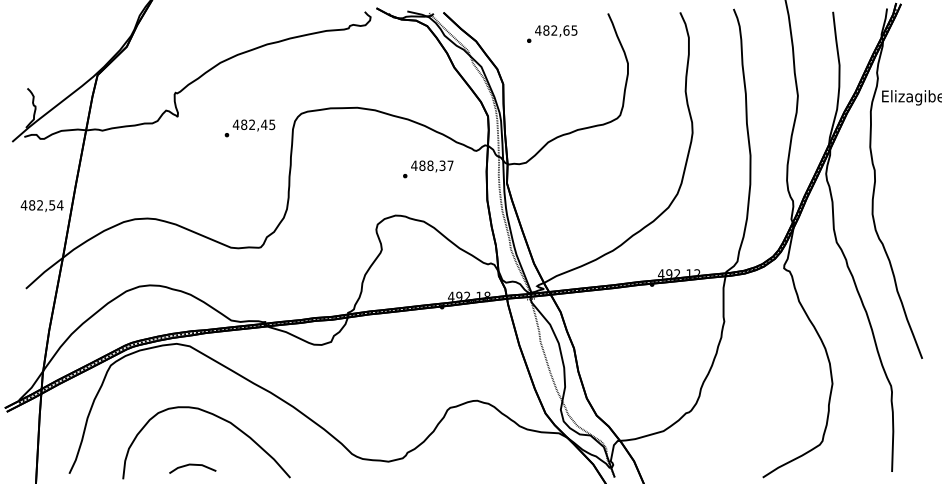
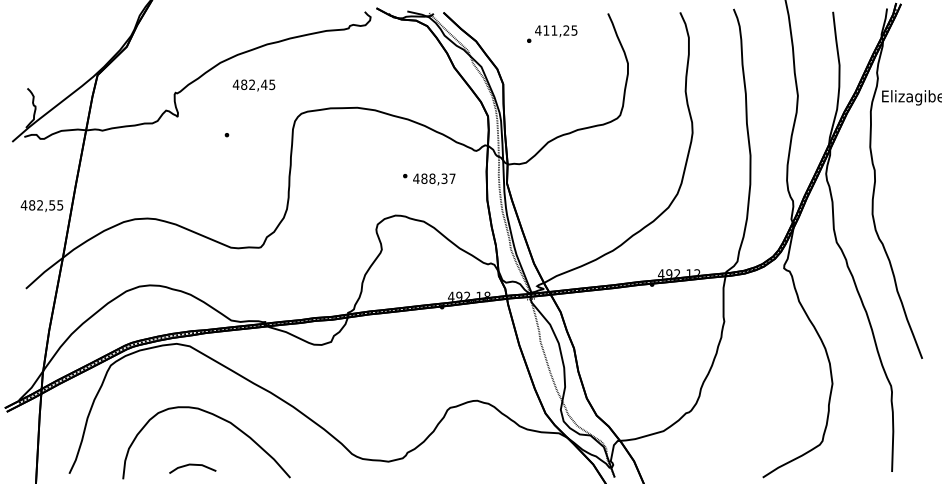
text at (556, 30): 482,65 -> 411,25
text at (253, 125) position: (253, 125) -> (253, 85)
text at (432, 166) position: (432, 166) -> (434, 179)
text at (60, 205): 482,54 -> 482,55
